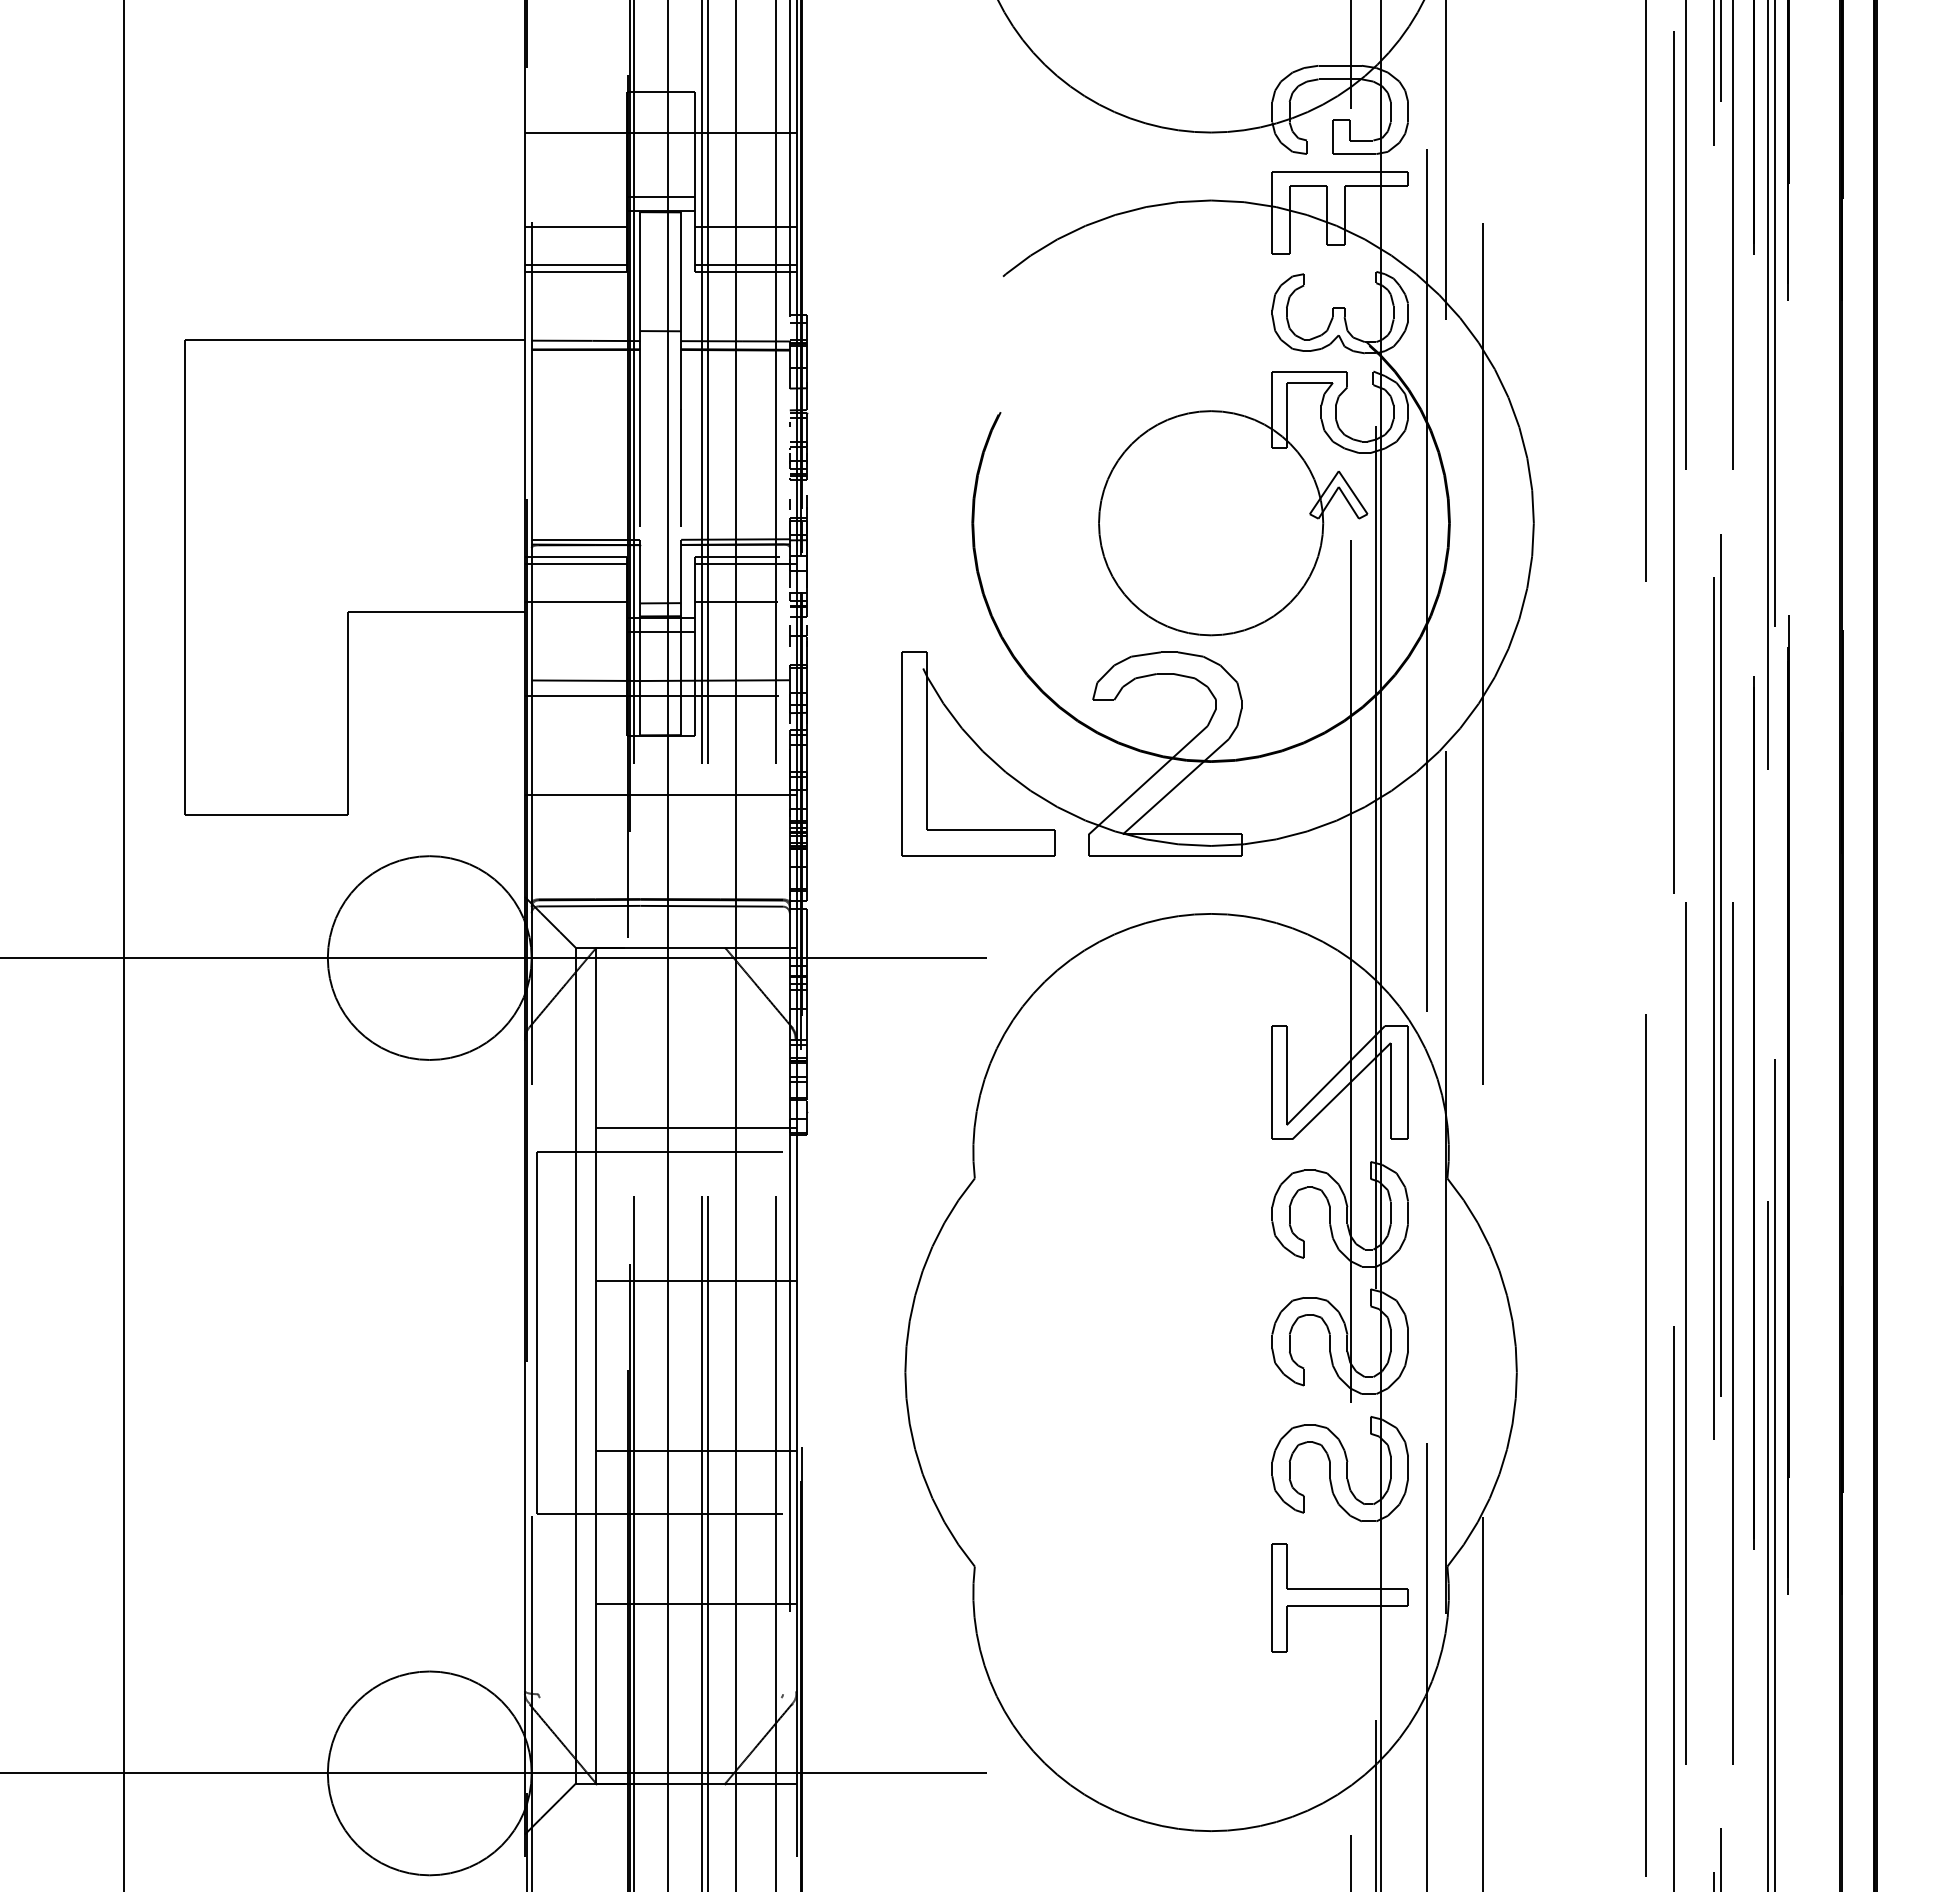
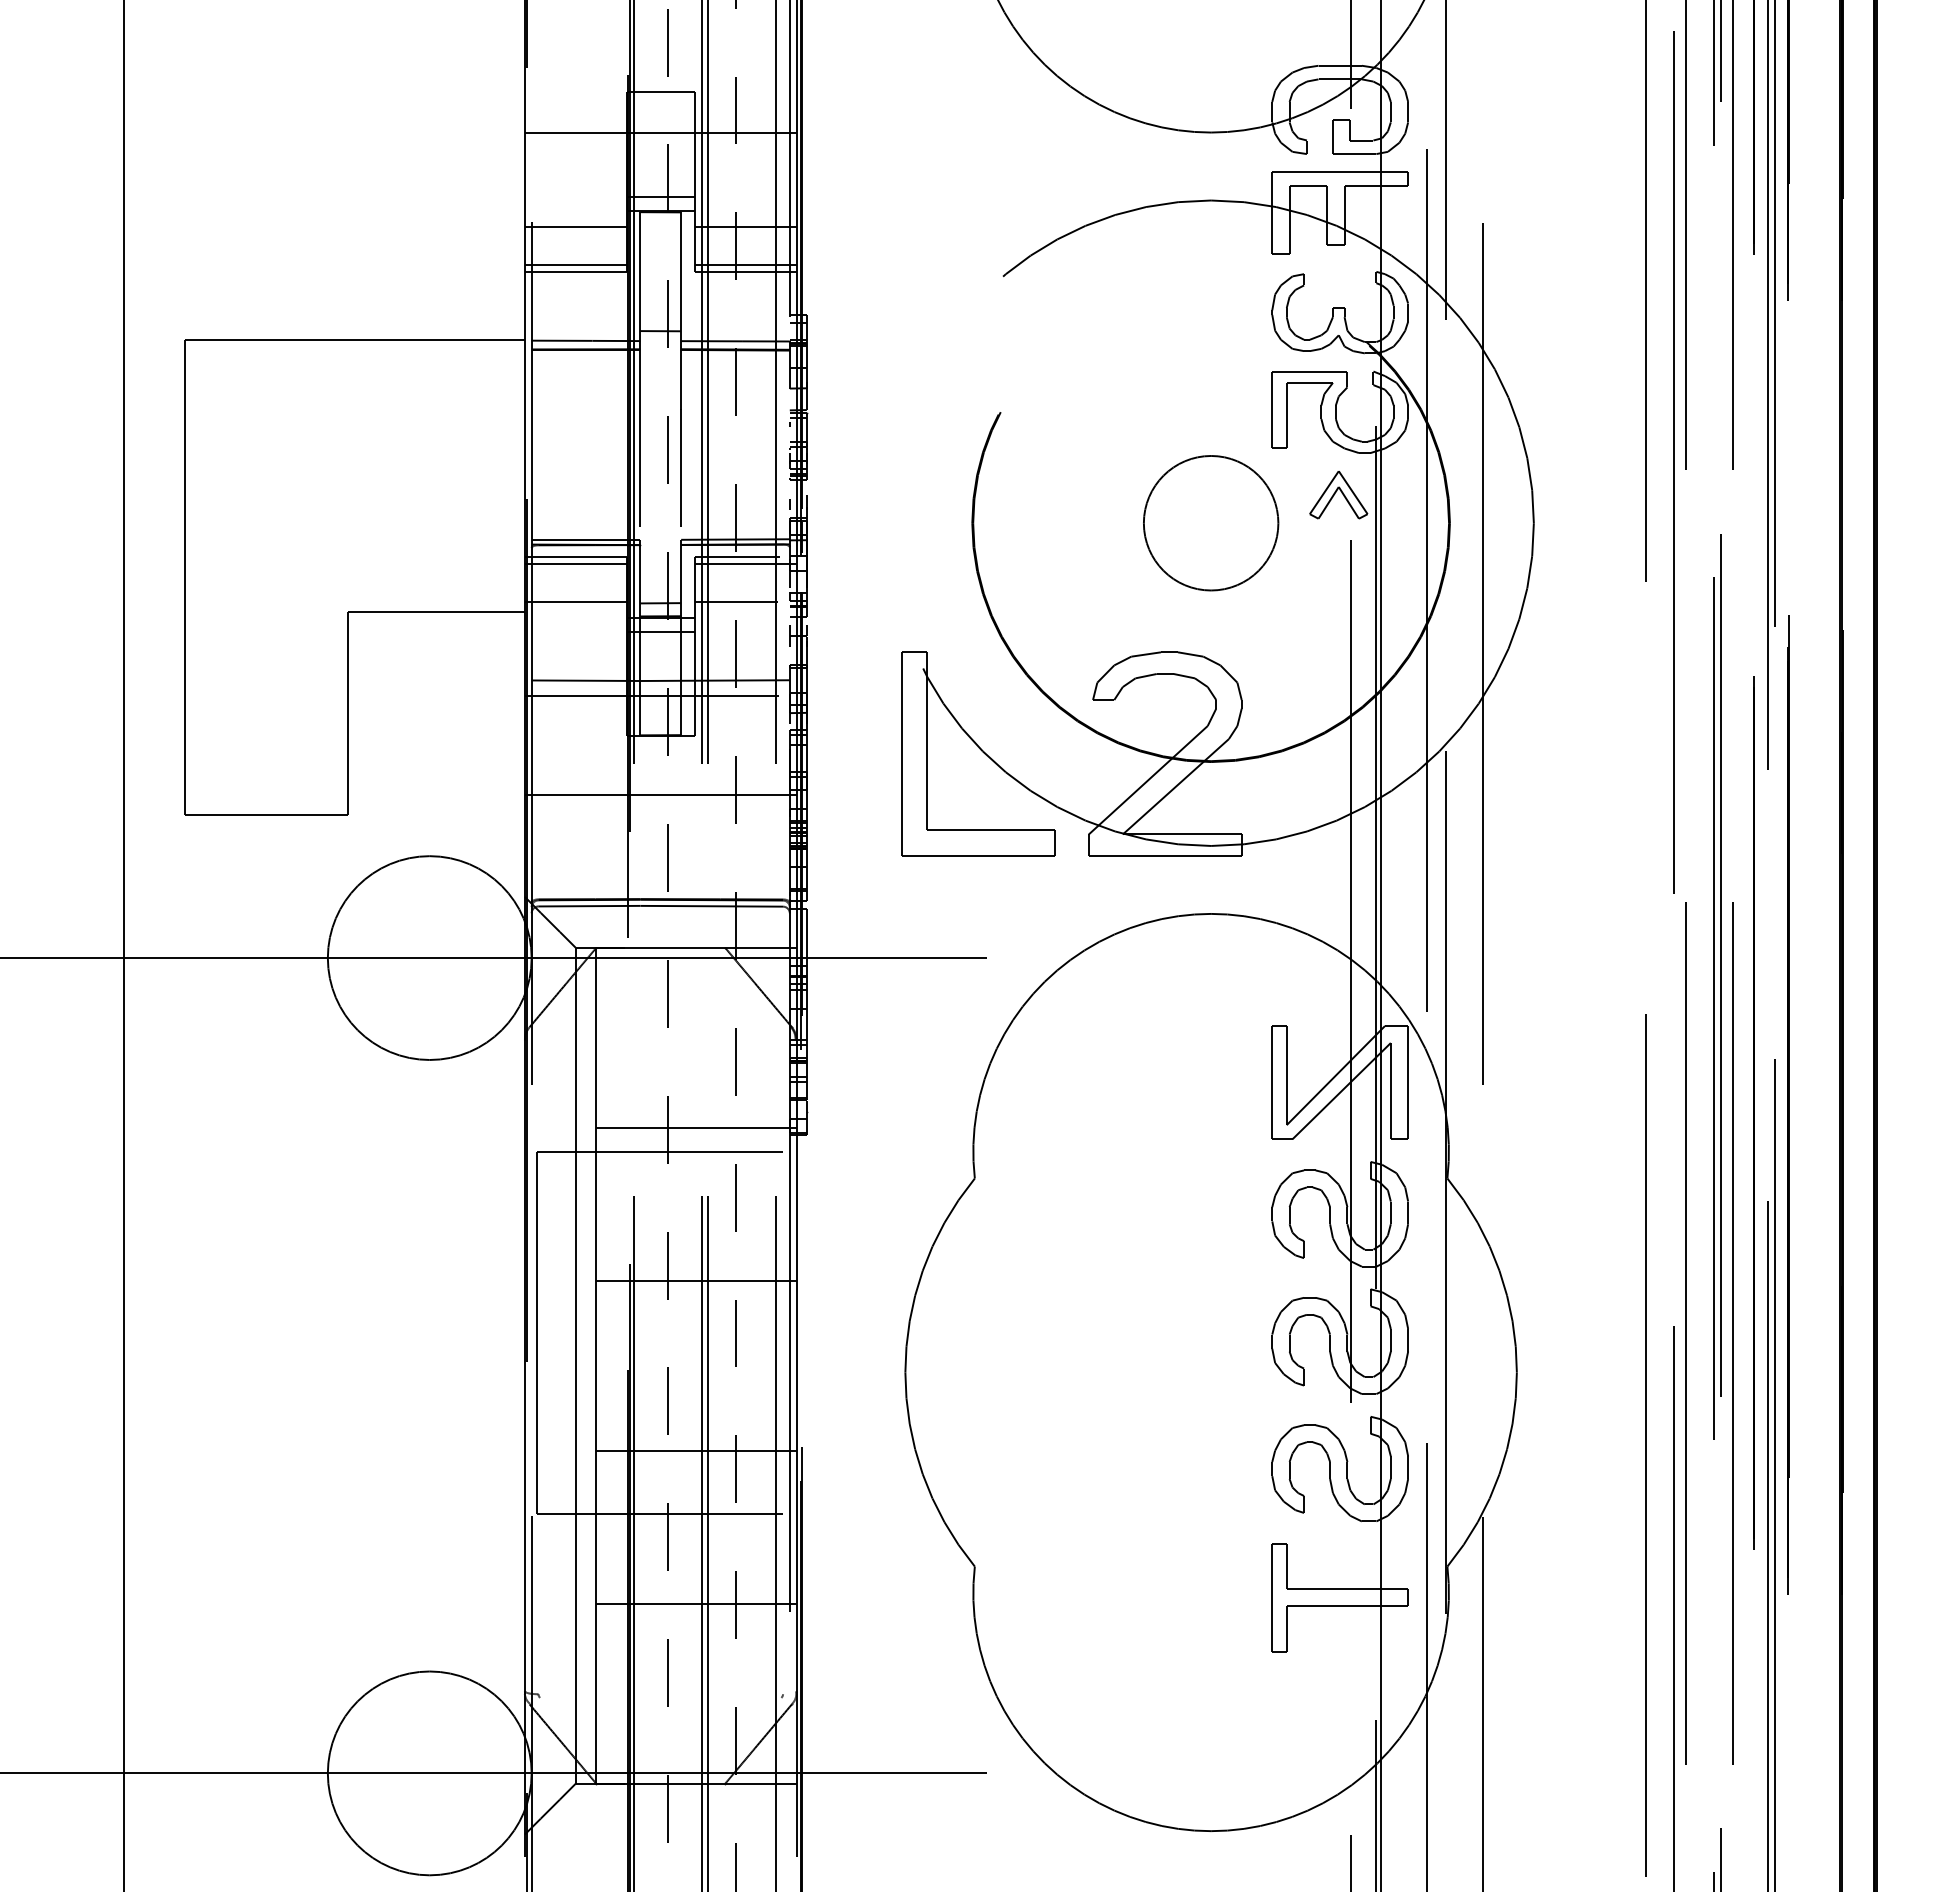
circle at (1211, 523) diameter: 224 px -> 135 px
line at (667, 946): solid -> dashed
line at (735, 946): solid -> dashed
